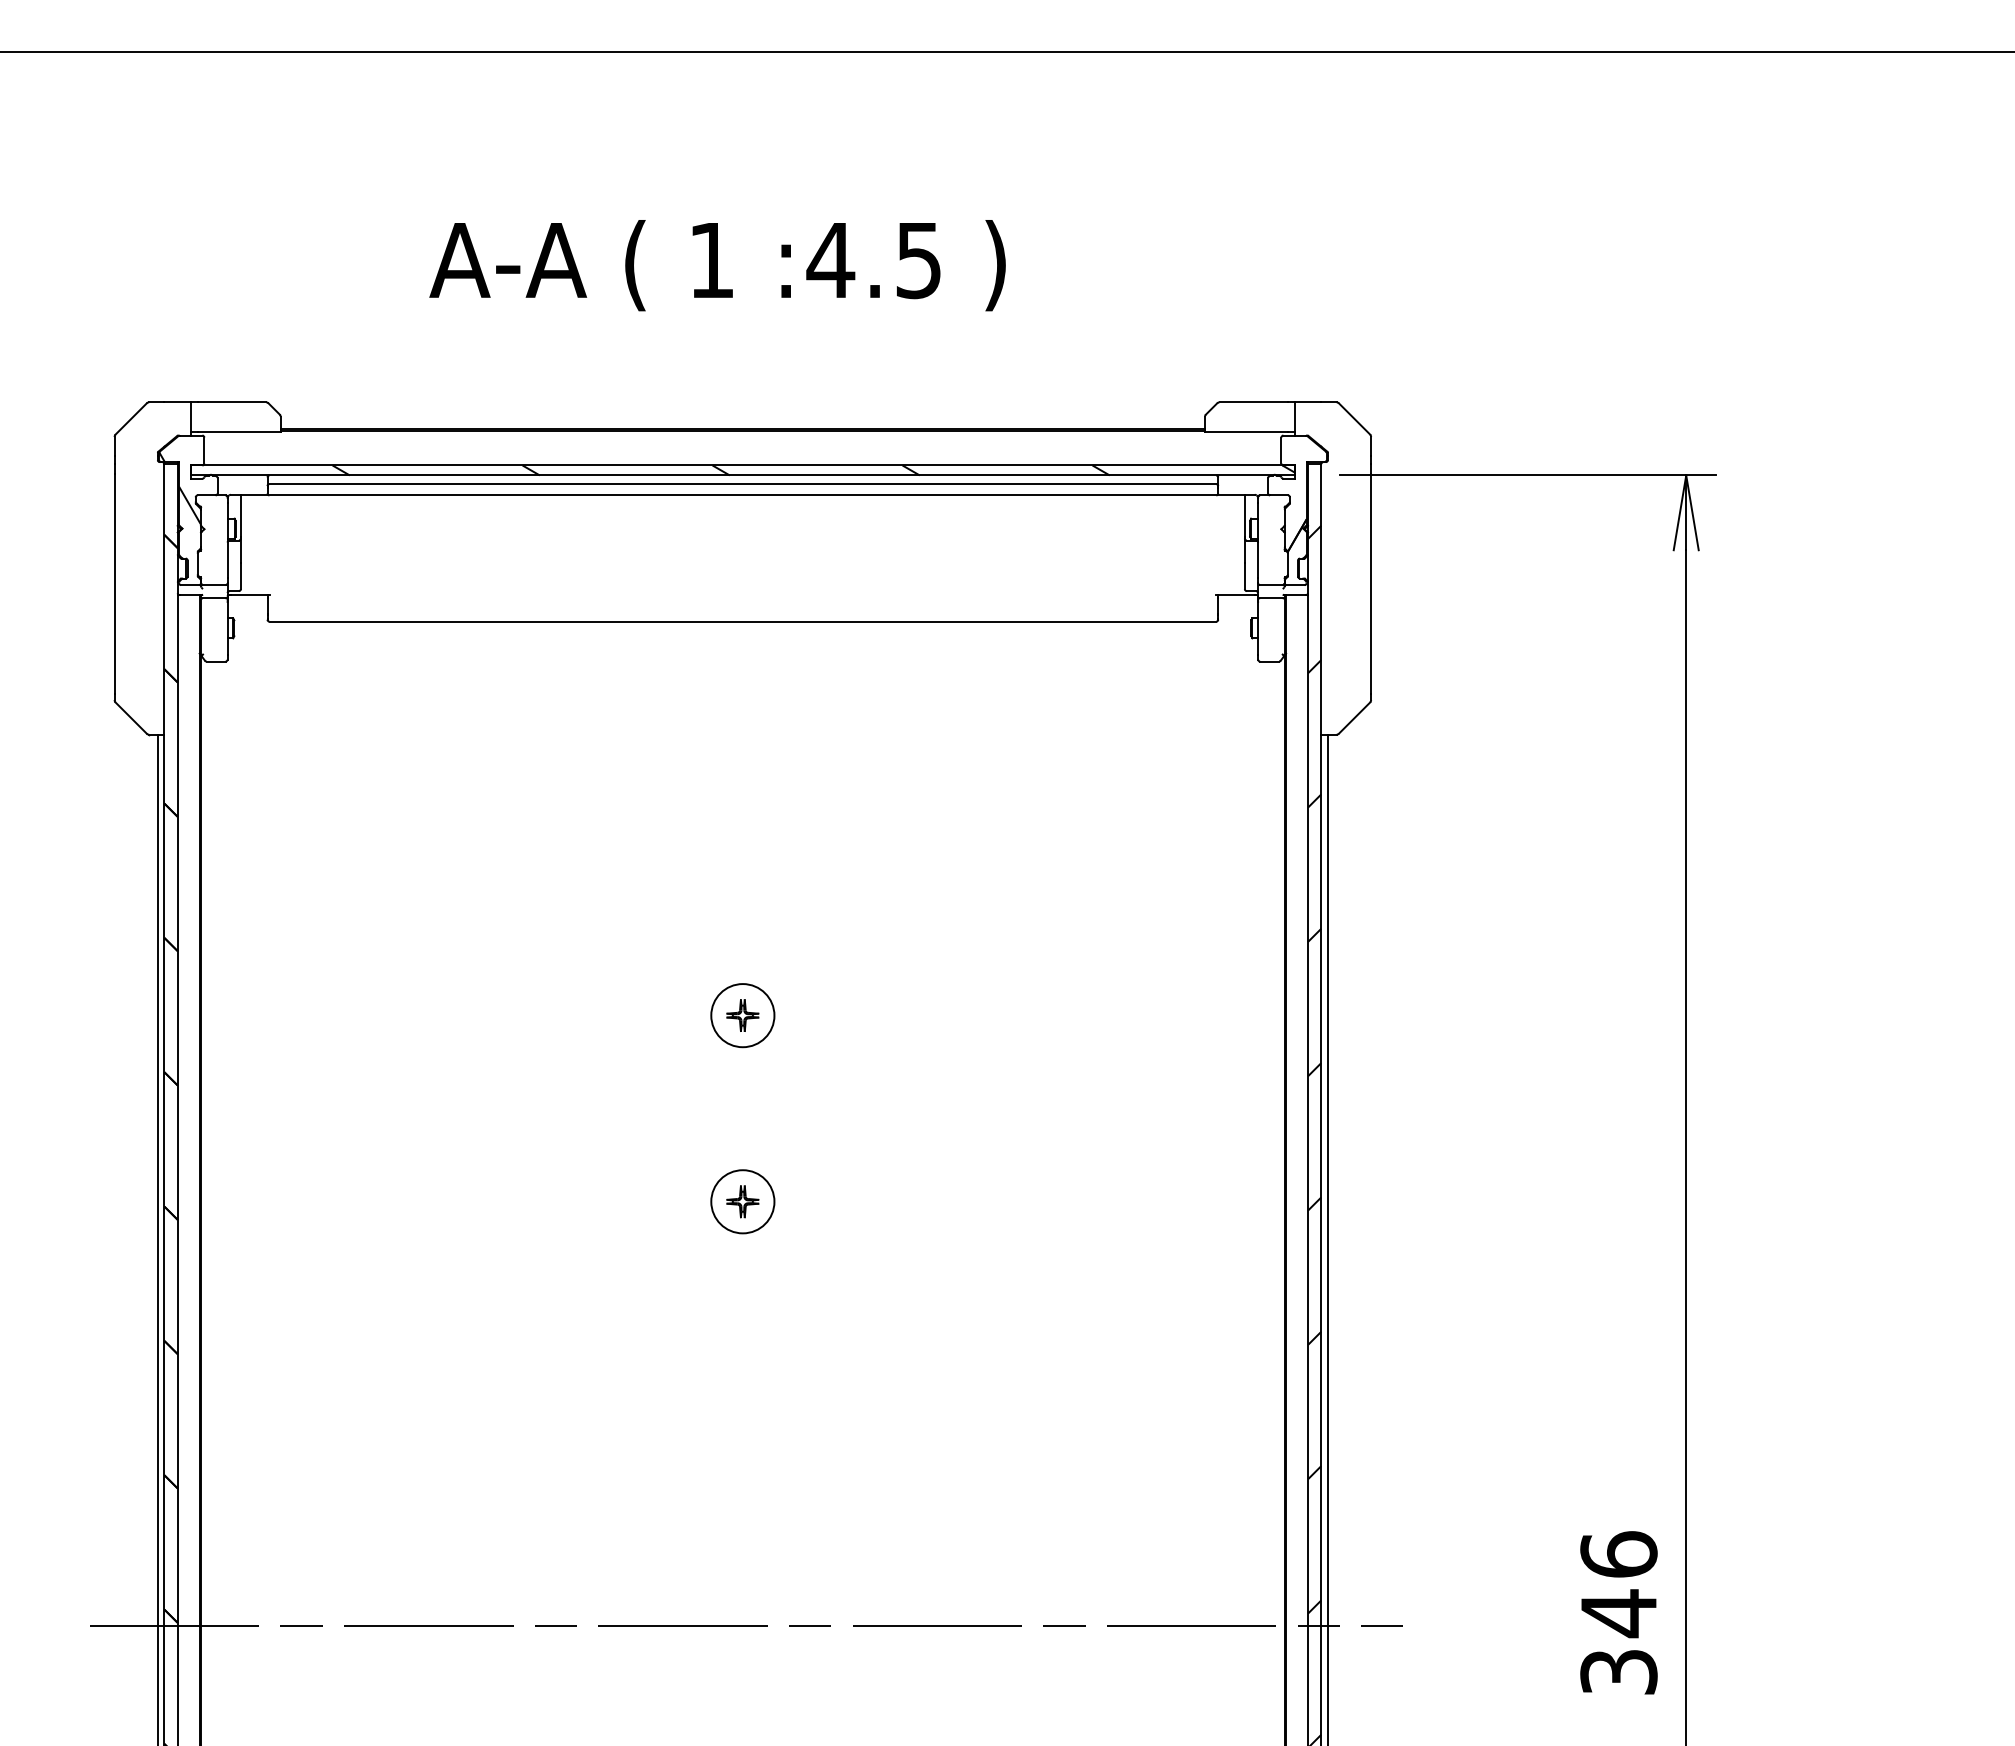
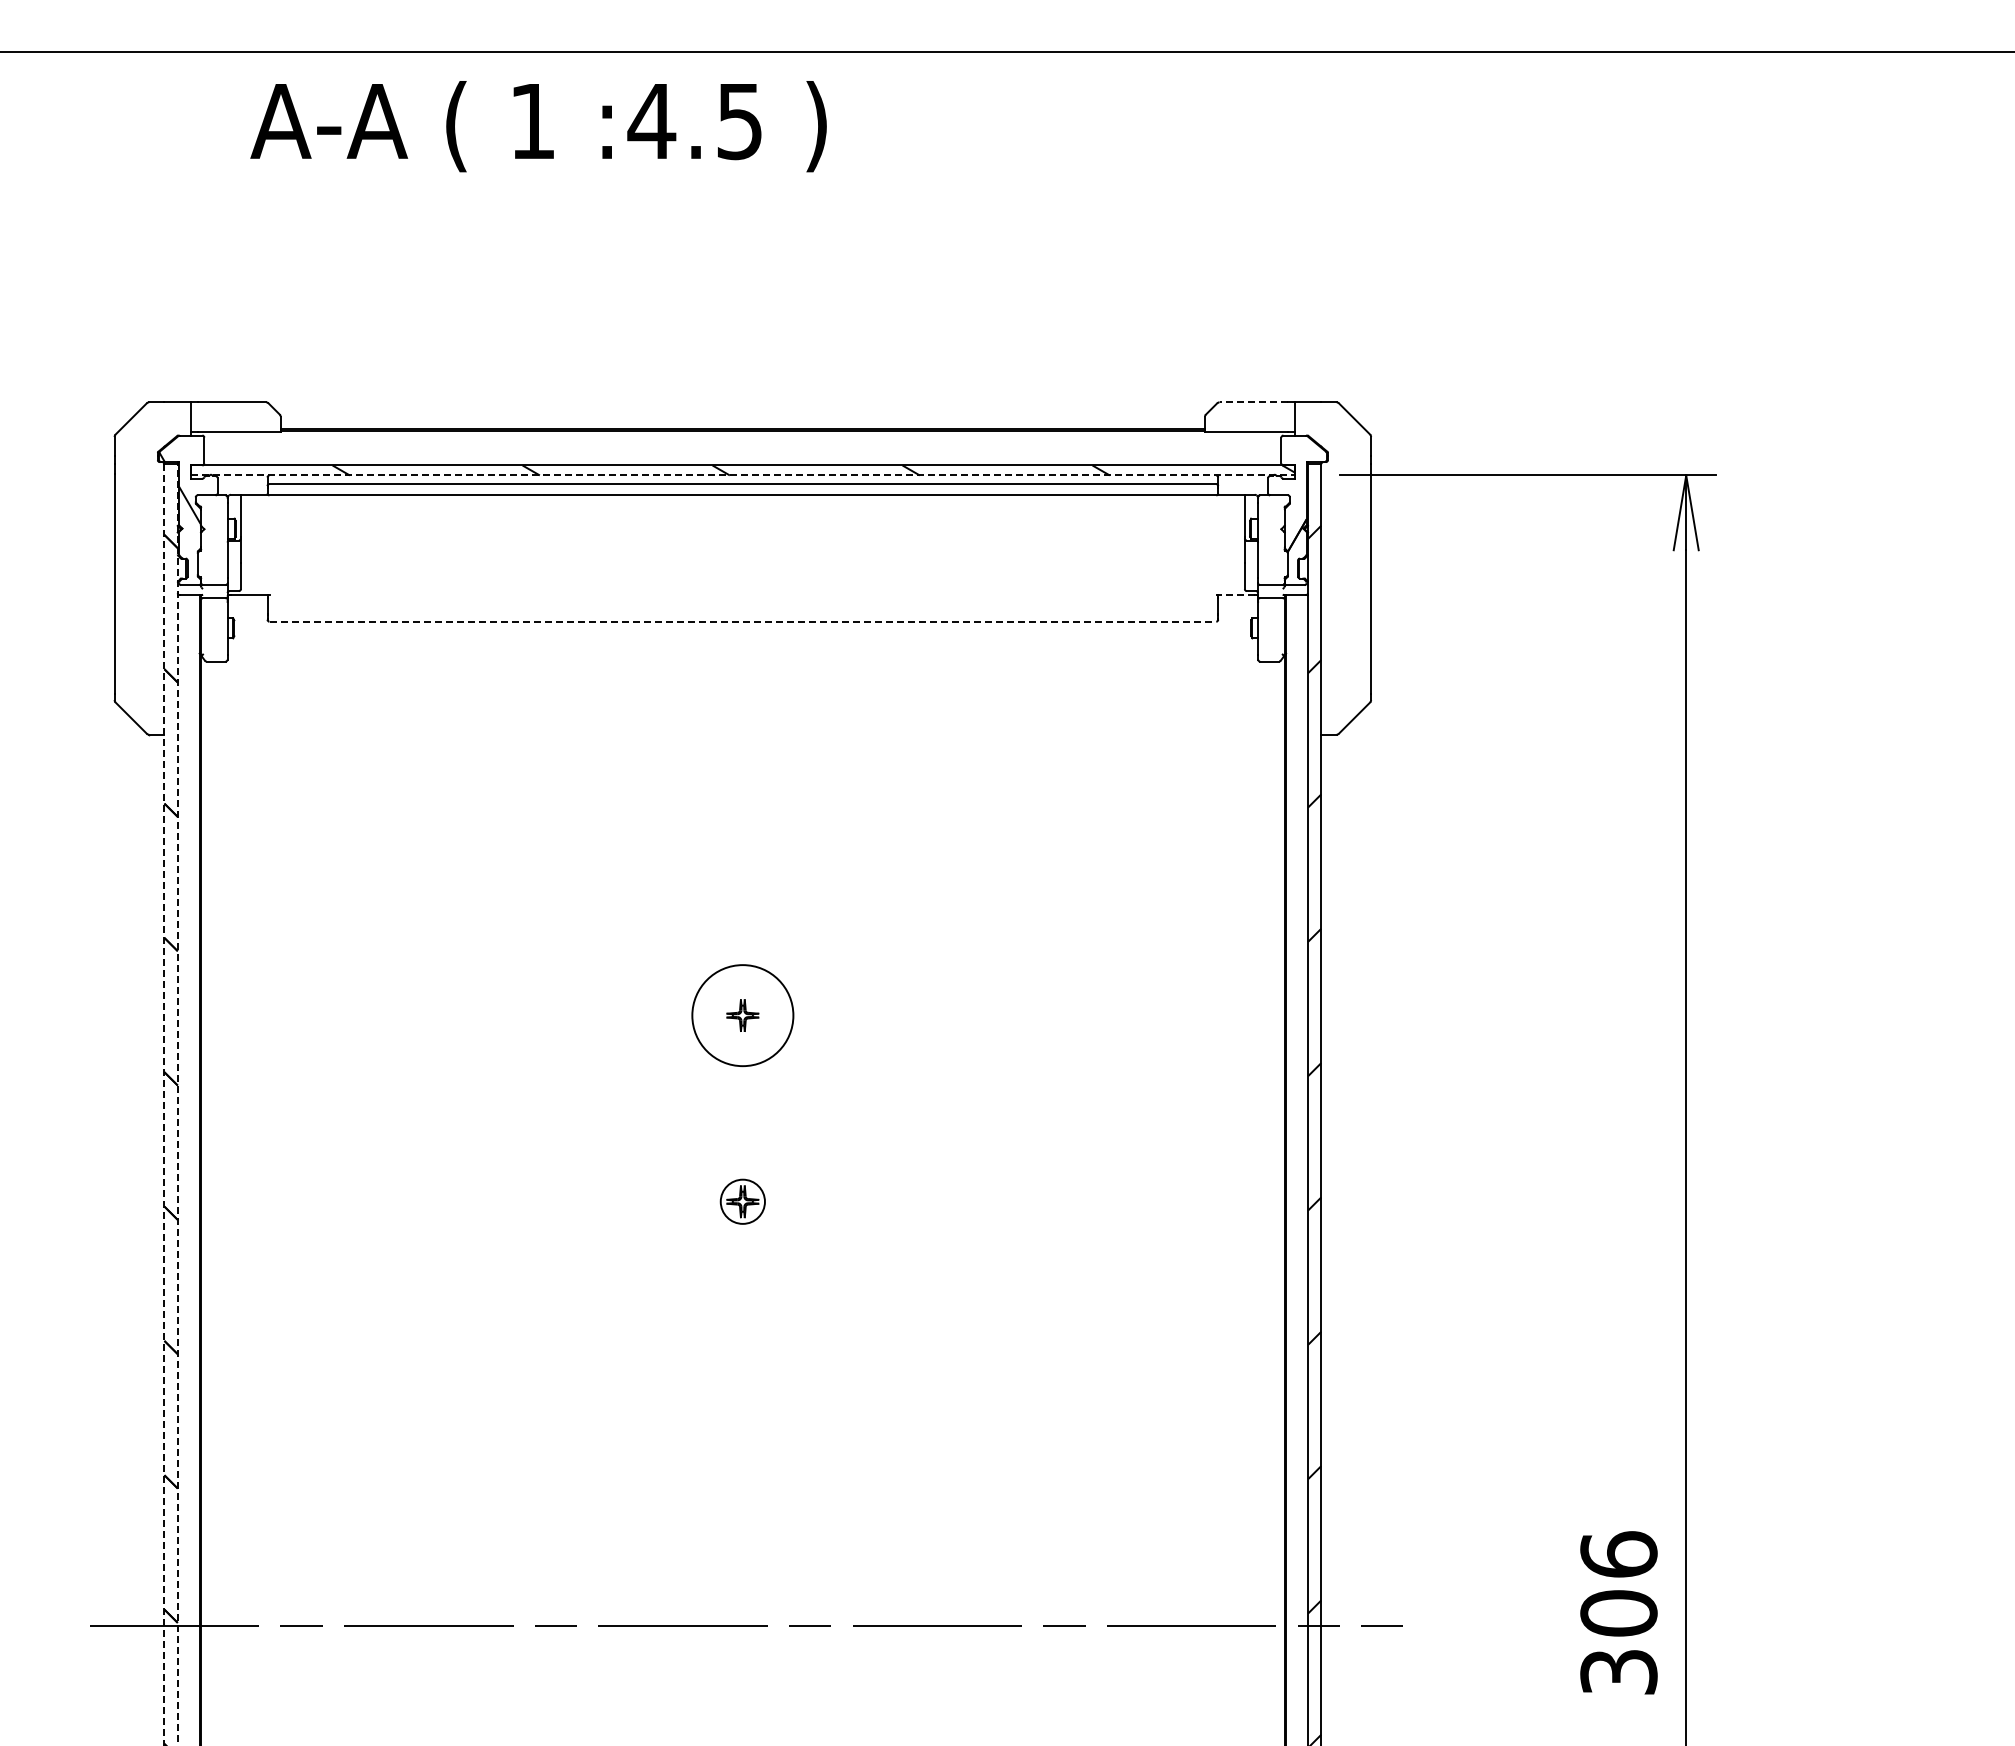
text at (717, 265) position: (717, 265) -> (538, 126)
line at (1253, 402): solid -> dashed
line at (742, 475): solid -> dashed
line at (1235, 595): solid -> dashed
line at (743, 621): solid -> dashed
circle at (742, 1015) diameter: 63 px -> 101 px
line at (177, 1104): solid -> dashed
line at (164, 1105): solid -> dashed
circle at (742, 1201) diameter: 63 px -> 44 px
line at (157, 1238): present -> none
line at (1327, 1238): present -> none
text at (1618, 1613): 346 -> 306
